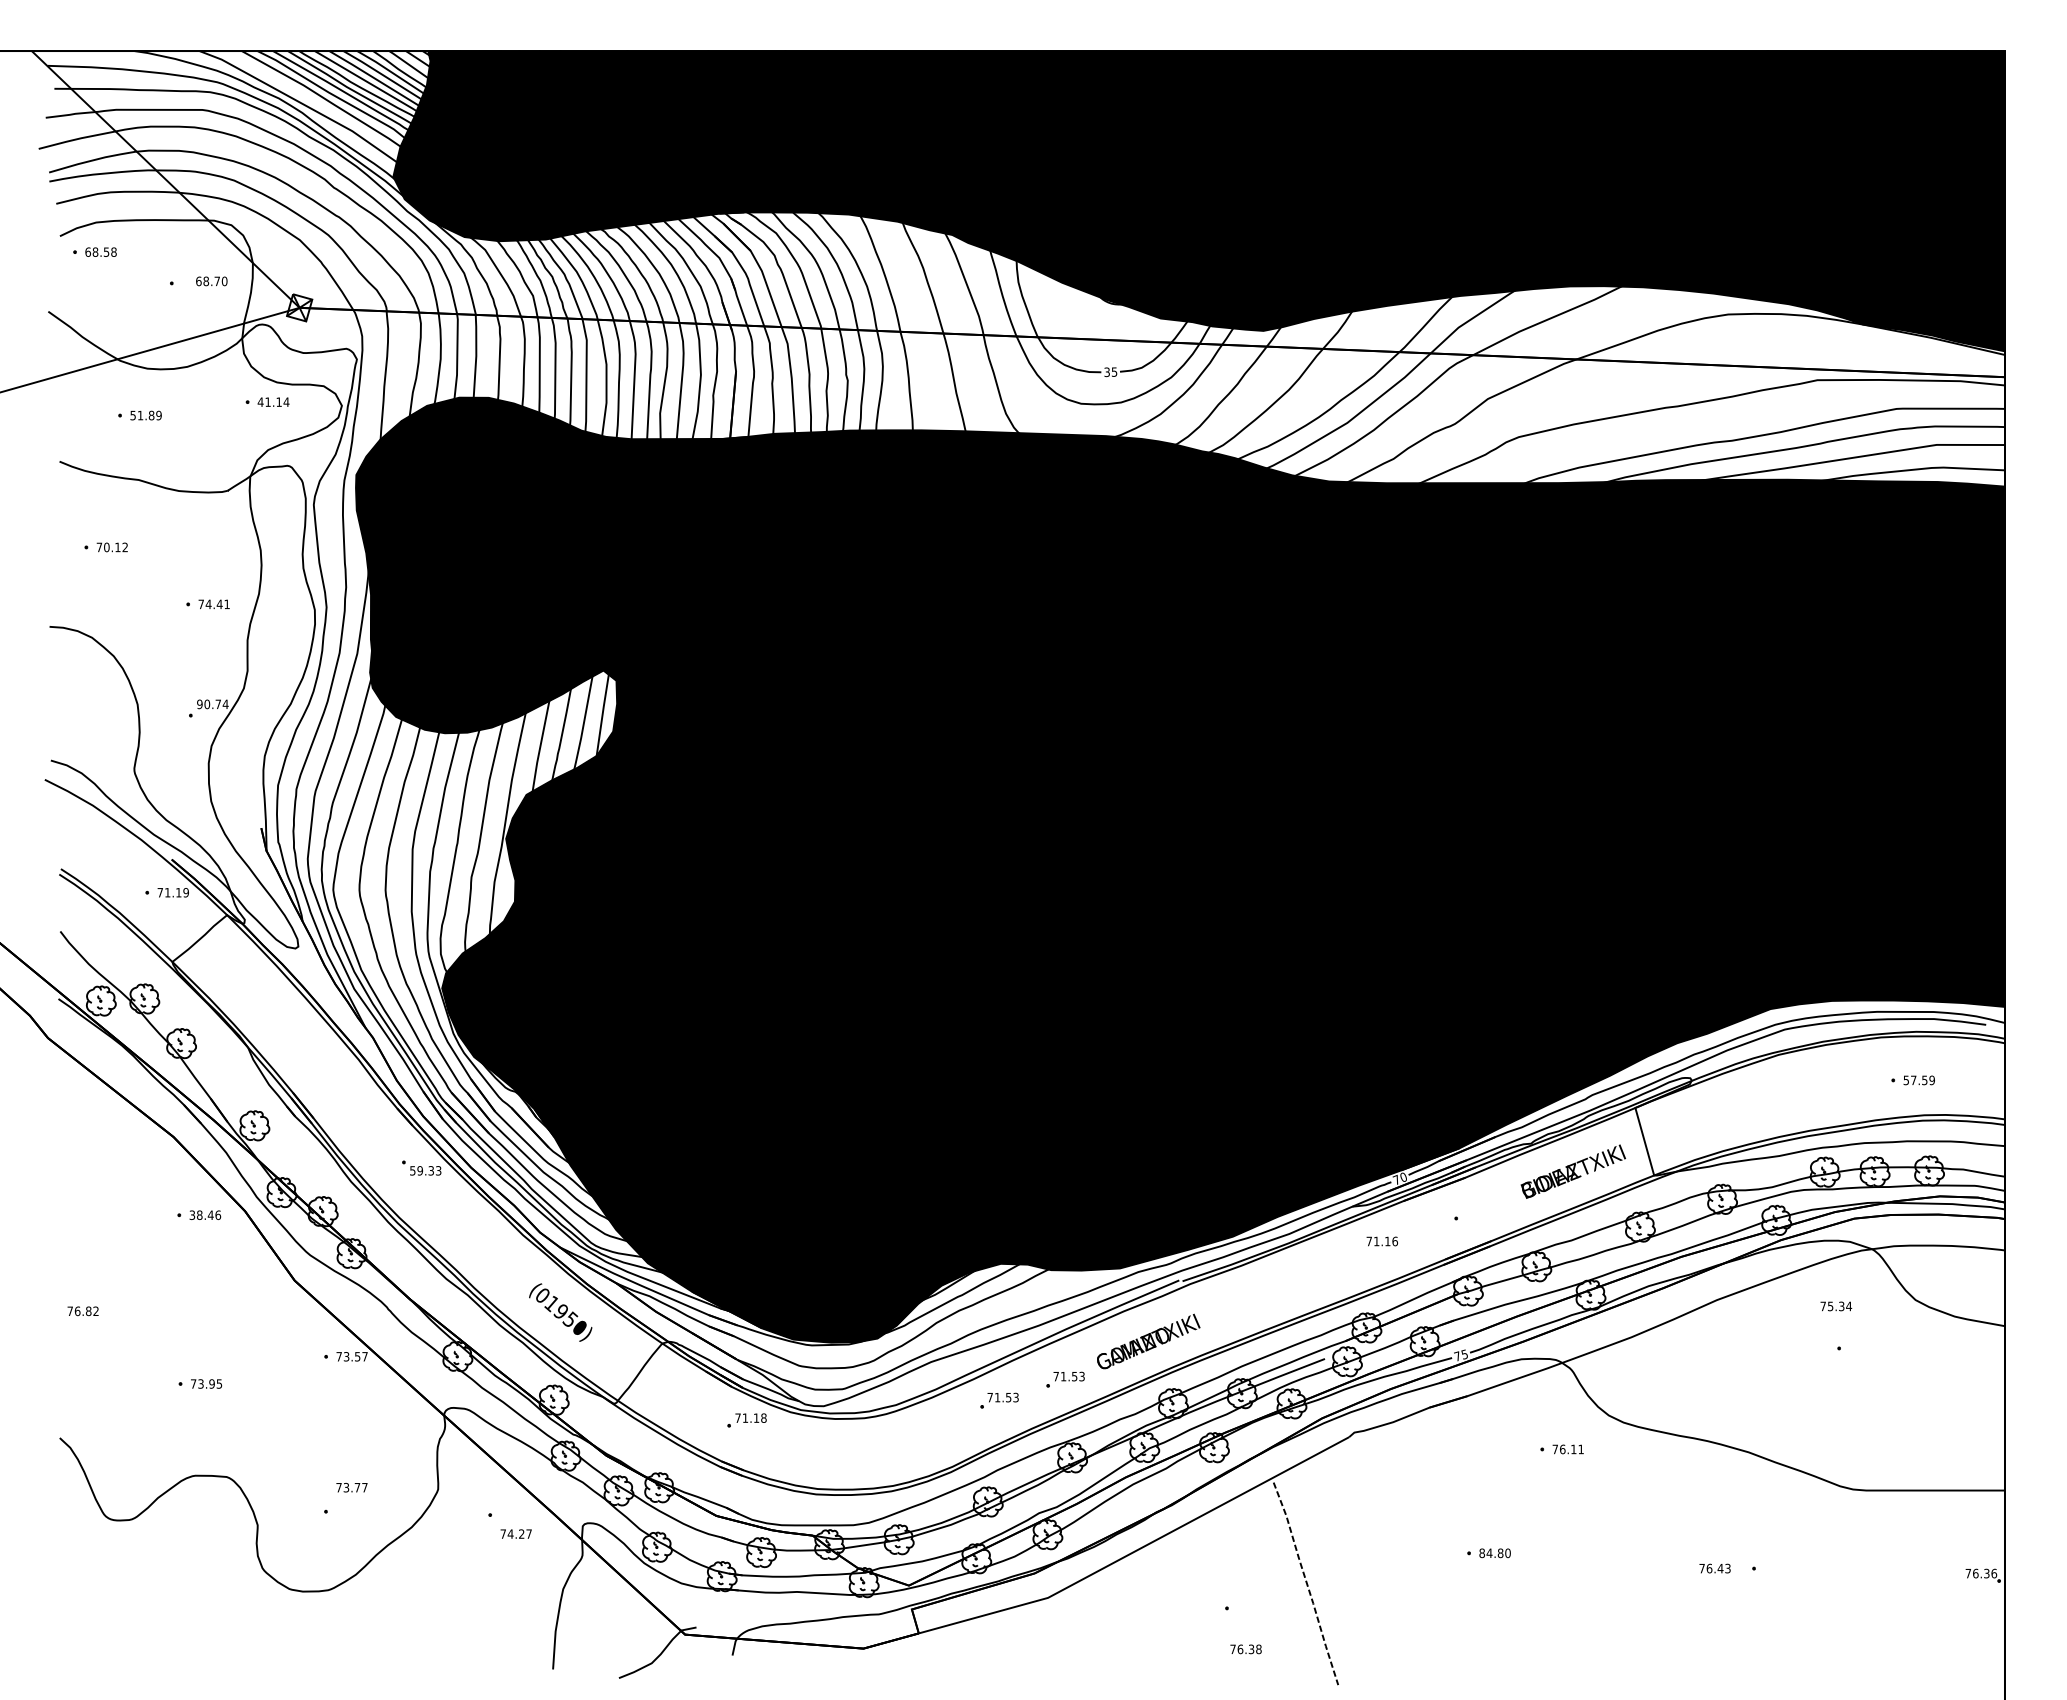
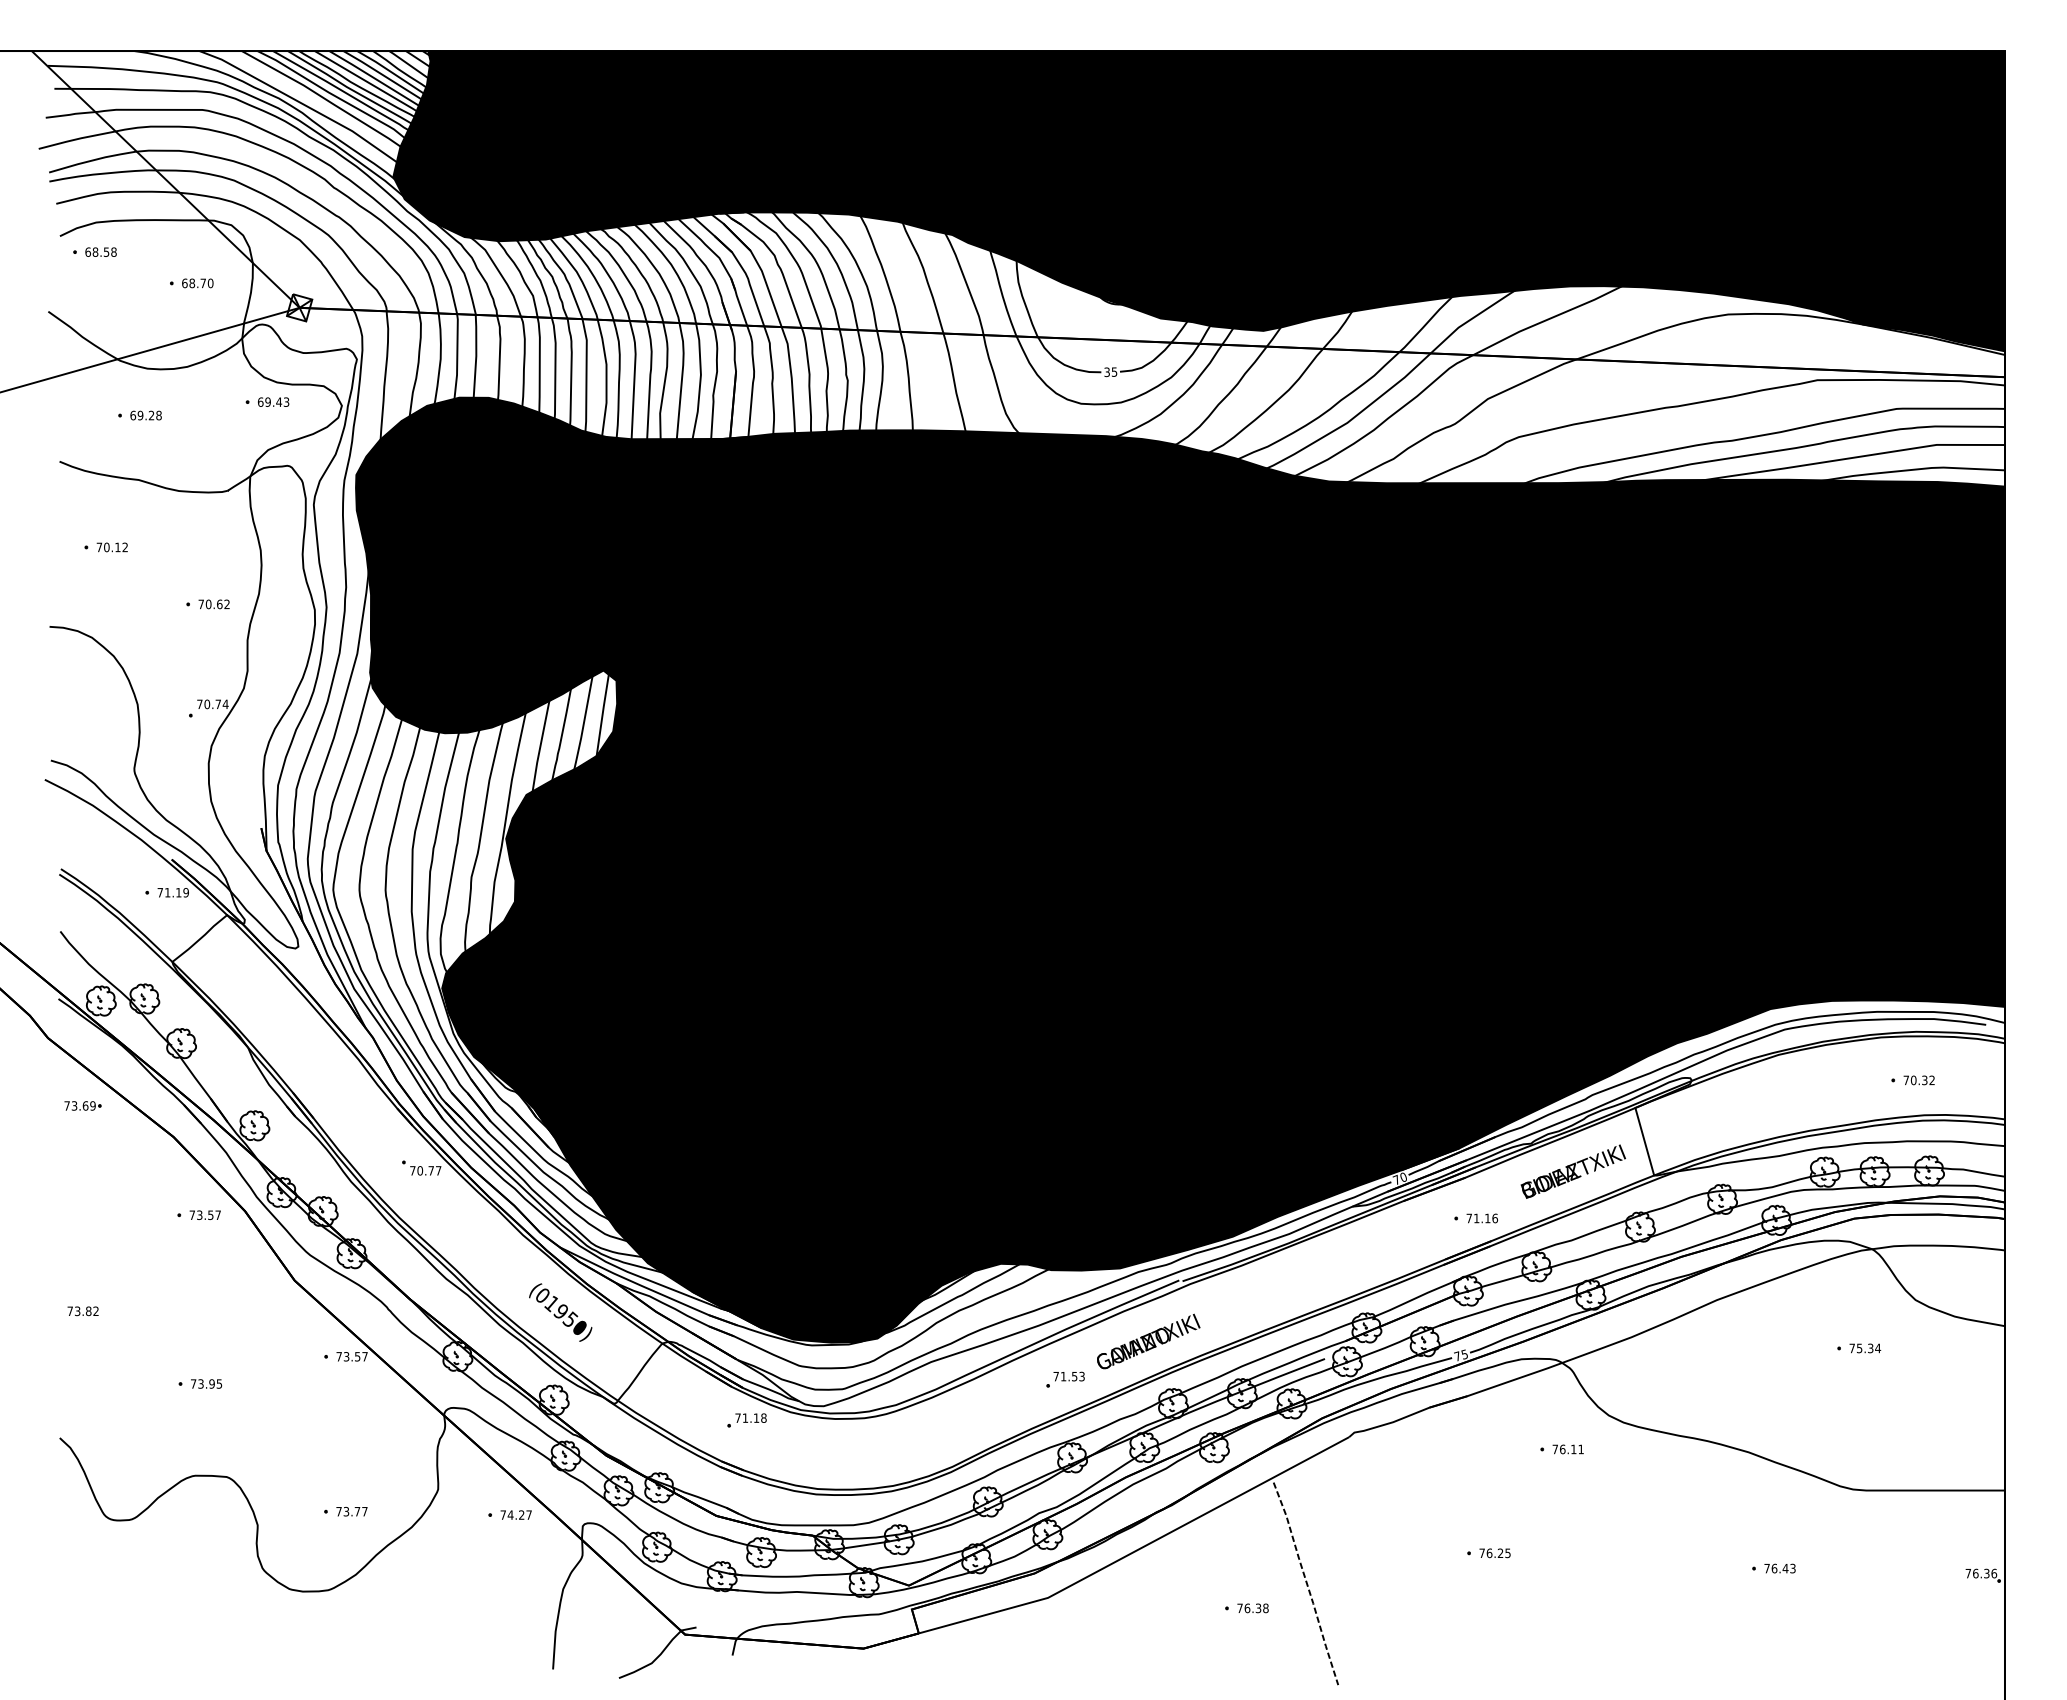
text at (211, 281) position: (211, 281) -> (197, 283)
text at (273, 401): 41.14 -> 69.43
text at (145, 415): 51.89 -> 69.28
text at (217, 604): 74.41 -> 70.62
text at (199, 704): 90.74 -> 70.74
text at (1918, 1080): 57.59 -> 70.32
part at (82, 1105): none -> present
text at (425, 1170): 59.33 -> 70.77
text at (205, 1215): 38.46 -> 73.57
text at (1381, 1241) position: (1381, 1241) -> (1481, 1218)
text at (1836, 1306) position: (1836, 1306) -> (1865, 1348)
text at (77, 1311): 76.82 -> 73.82
part at (999, 1400): present -> none
text at (351, 1487) position: (351, 1487) -> (351, 1511)
text at (515, 1533) position: (515, 1533) -> (515, 1514)
text at (1494, 1553): 84.80 -> 76.25
text at (1714, 1568) position: (1714, 1568) -> (1779, 1568)
text at (1245, 1649) position: (1245, 1649) -> (1252, 1608)
